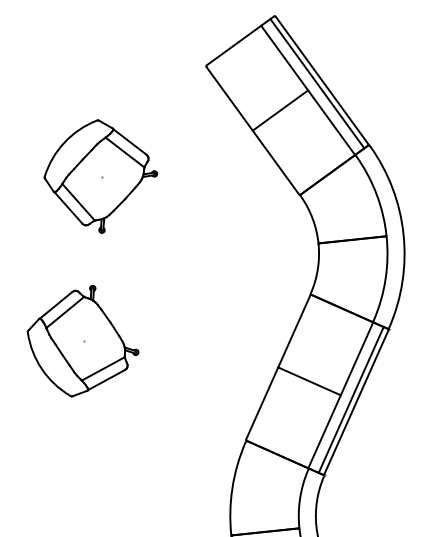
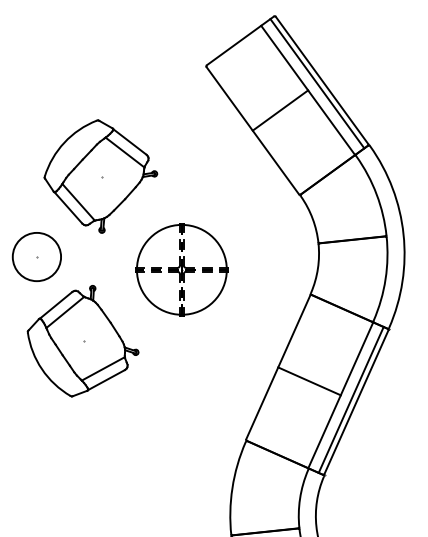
part at (36, 256): none -> present
part at (181, 269): none -> present
